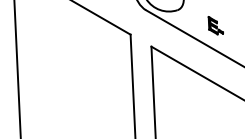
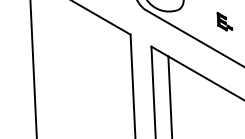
part at (215, 25) position: (215, 25) -> (224, 21)
line at (17, 68) position: (17, 68) -> (33, 68)
line at (170, 95): none -> present
